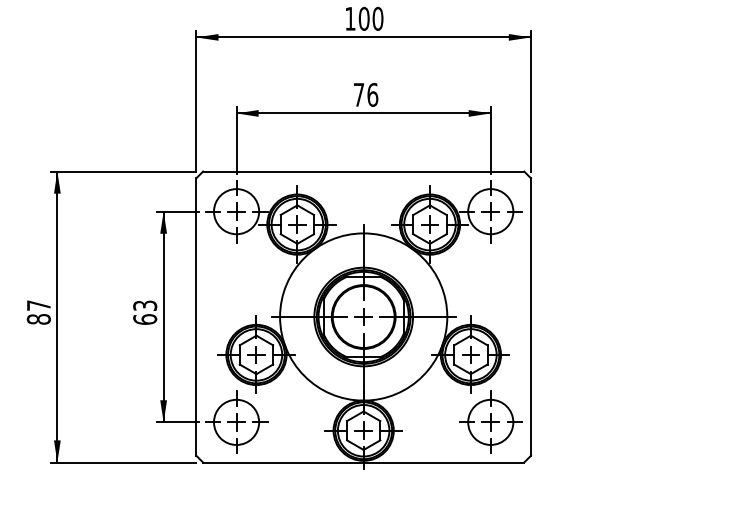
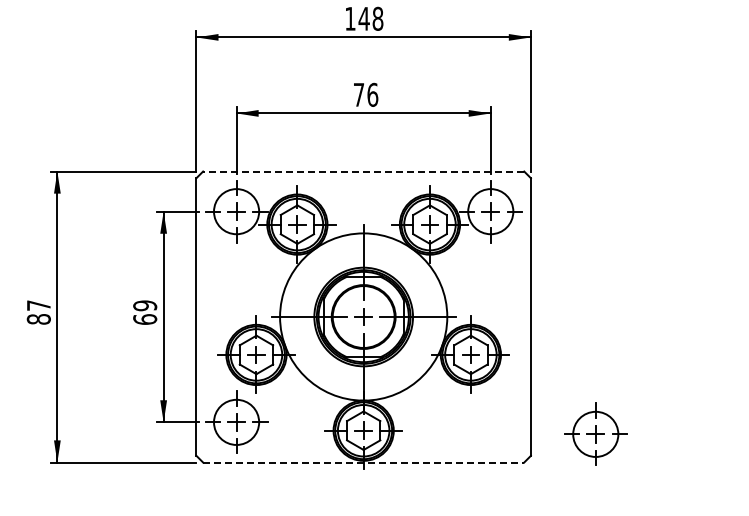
text at (370, 18): 100 -> 148
line at (363, 171): solid -> dashed
text at (145, 305): 63 -> 69
part at (490, 421) position: (490, 421) -> (595, 433)
line at (363, 462): solid -> dashed
